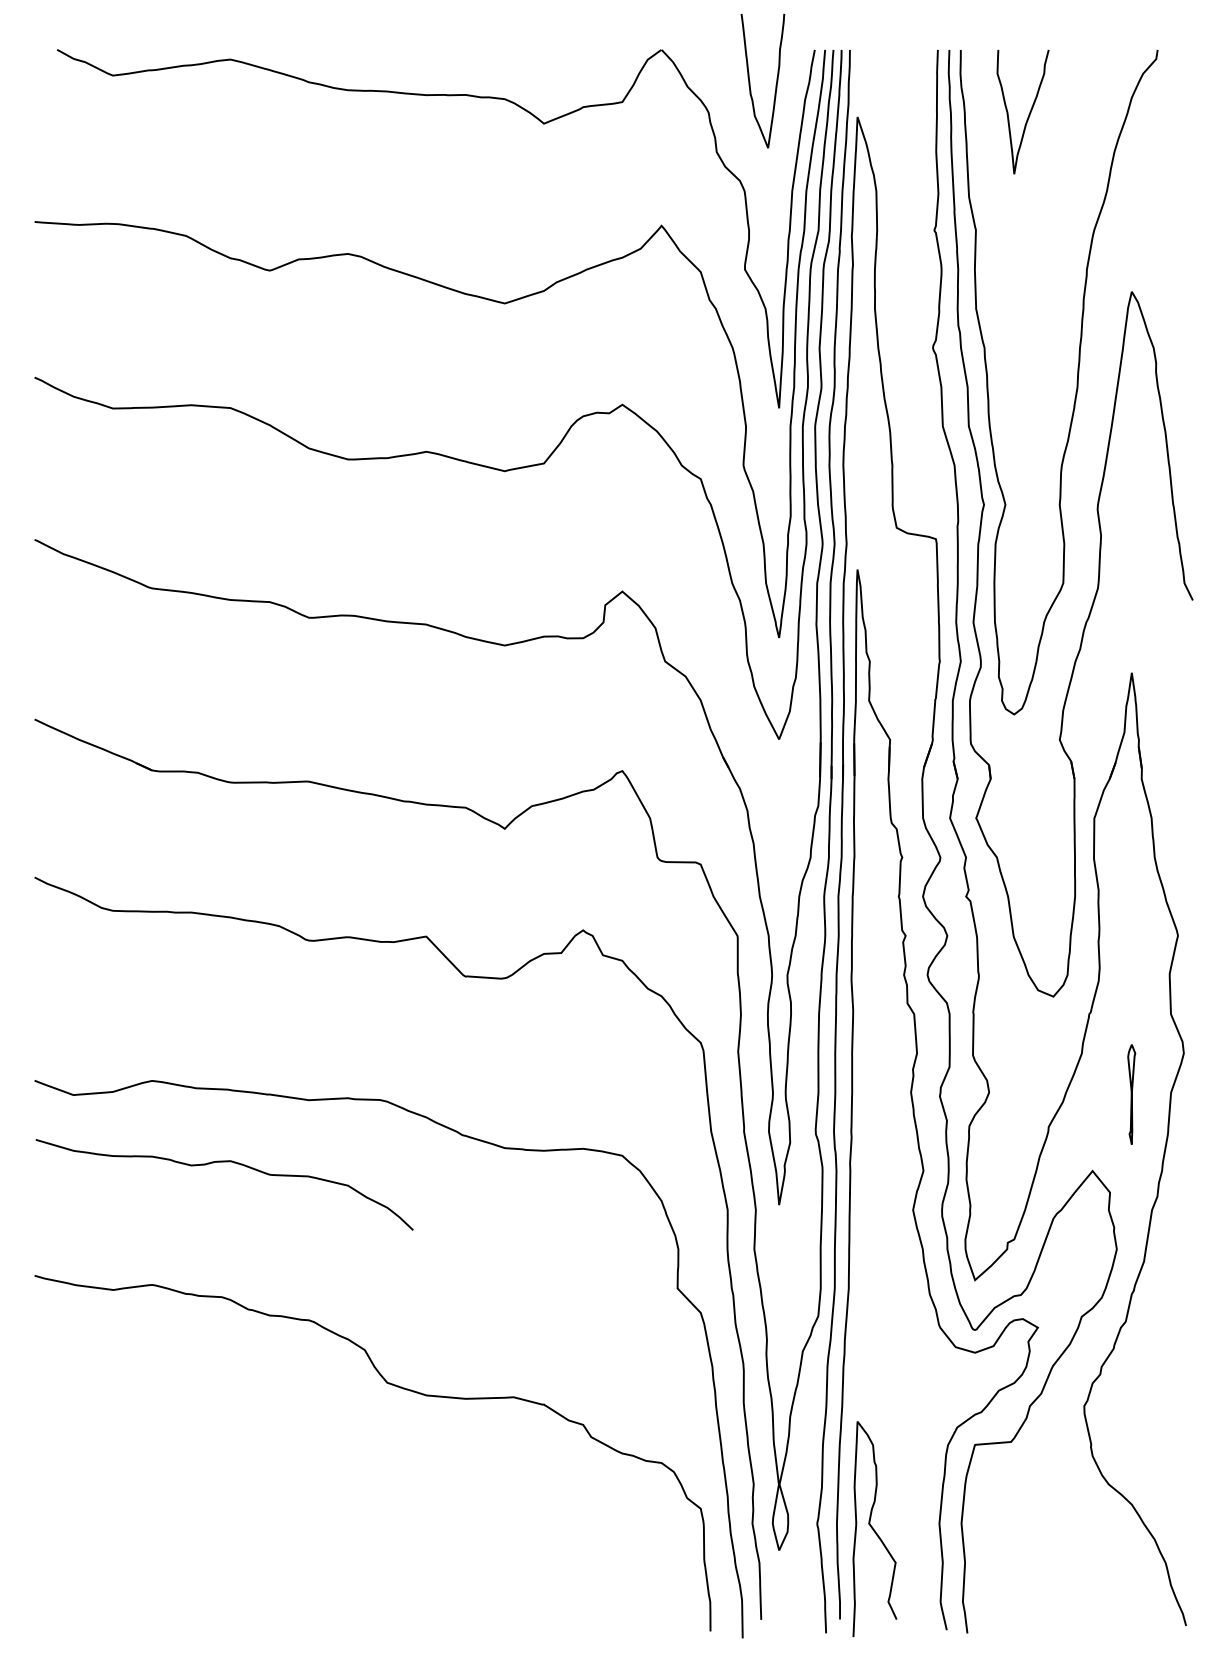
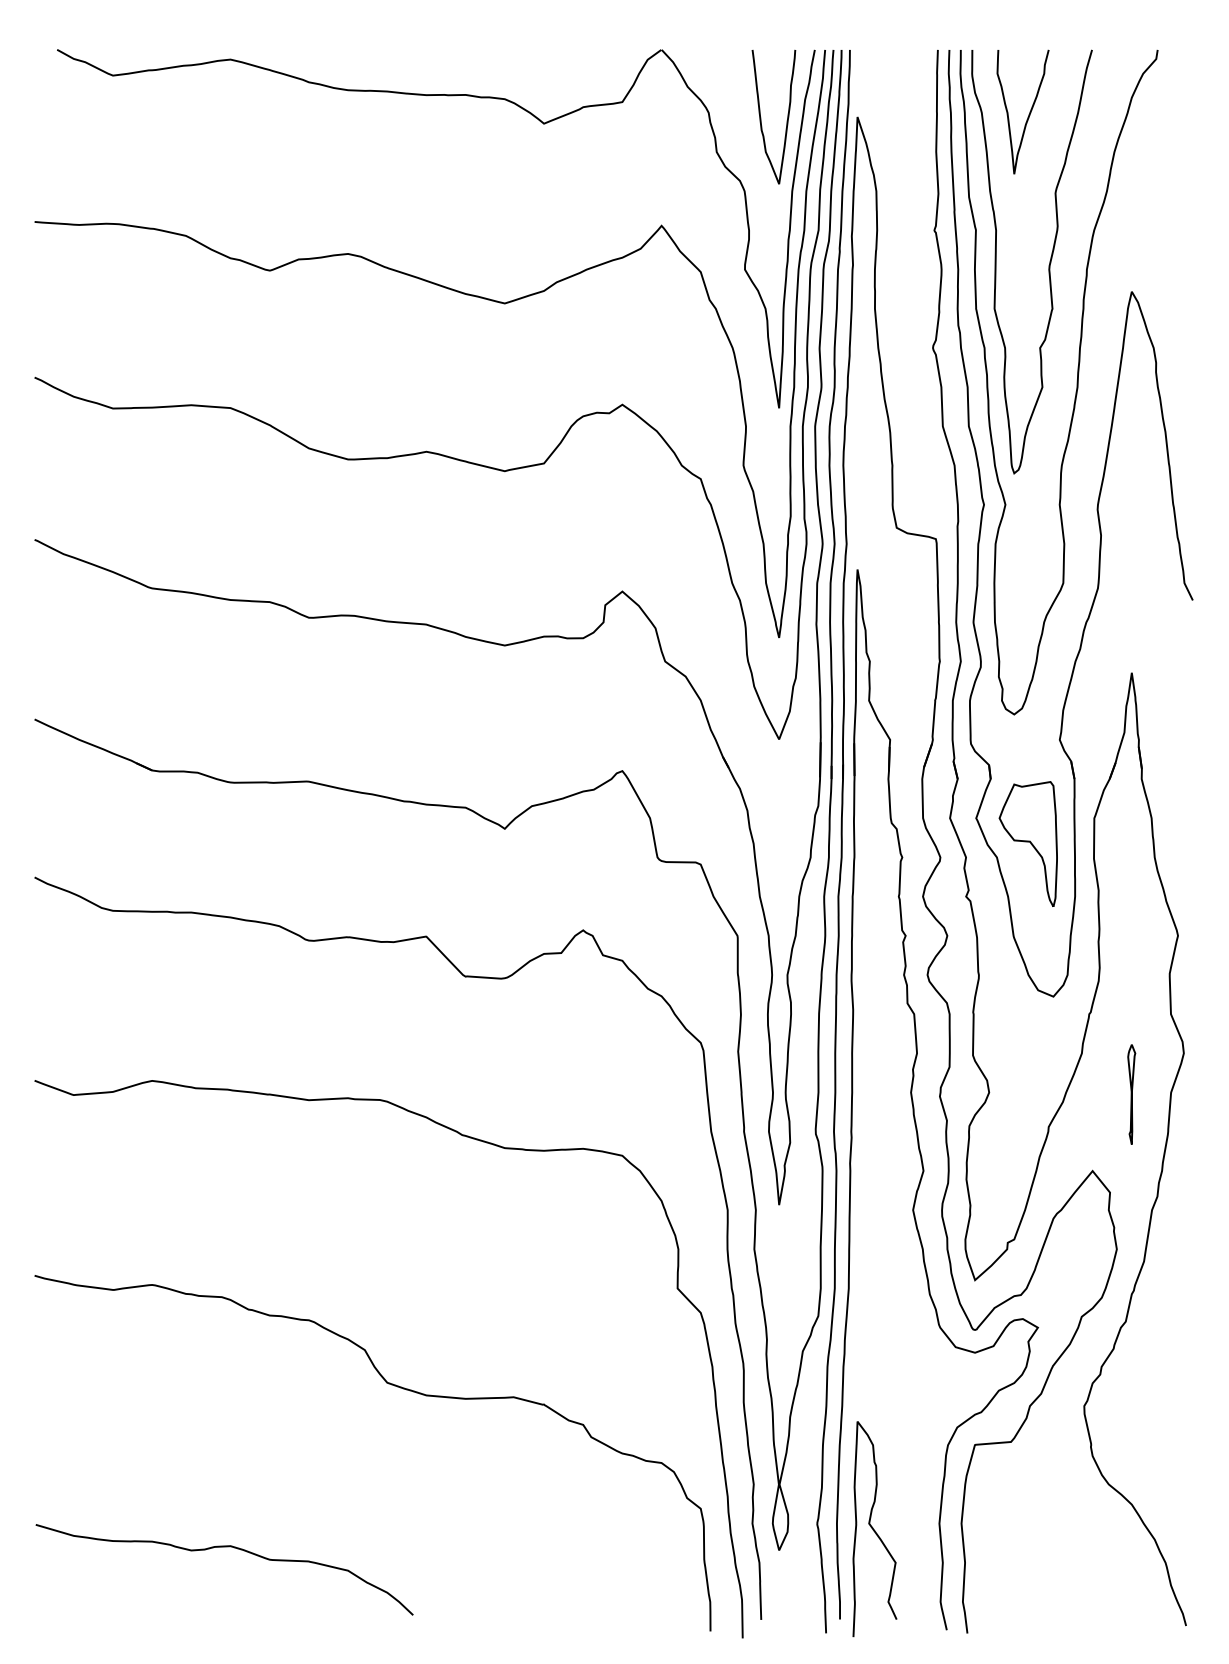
curve at (750, 81) position: (750, 81) -> (761, 117)
curve at (1048, 265): none -> present
part at (1027, 843): none -> present
curve at (224, 1162) position: (224, 1162) -> (224, 1547)
